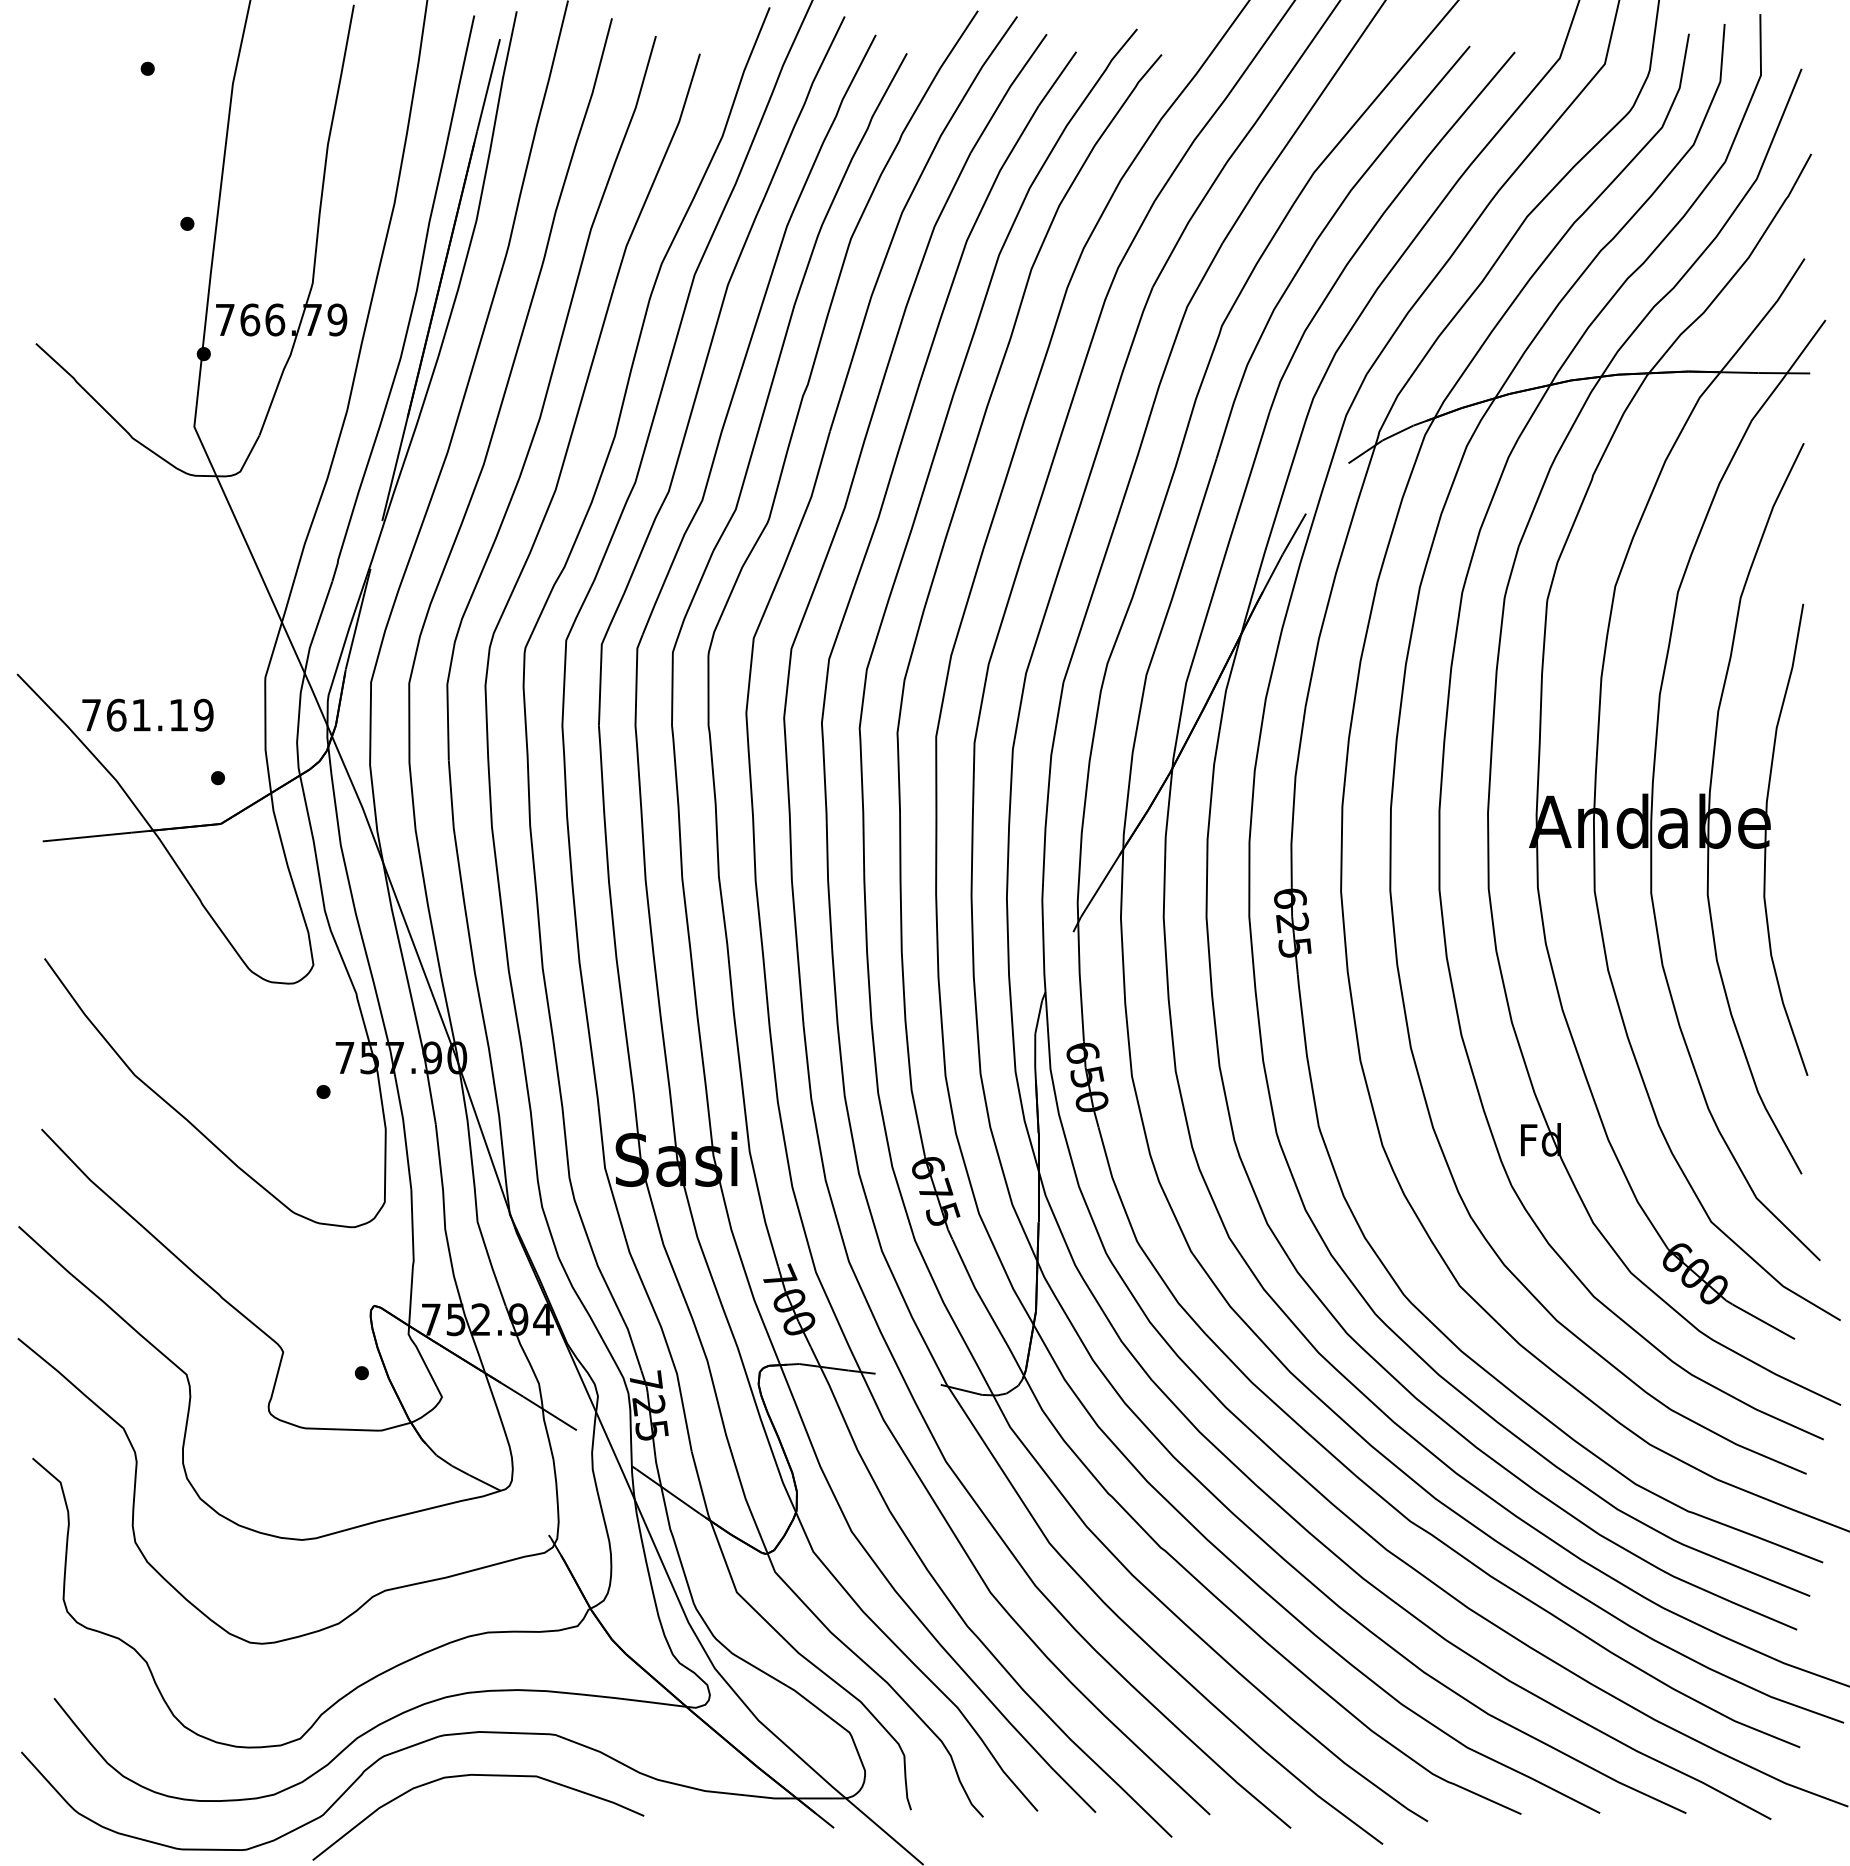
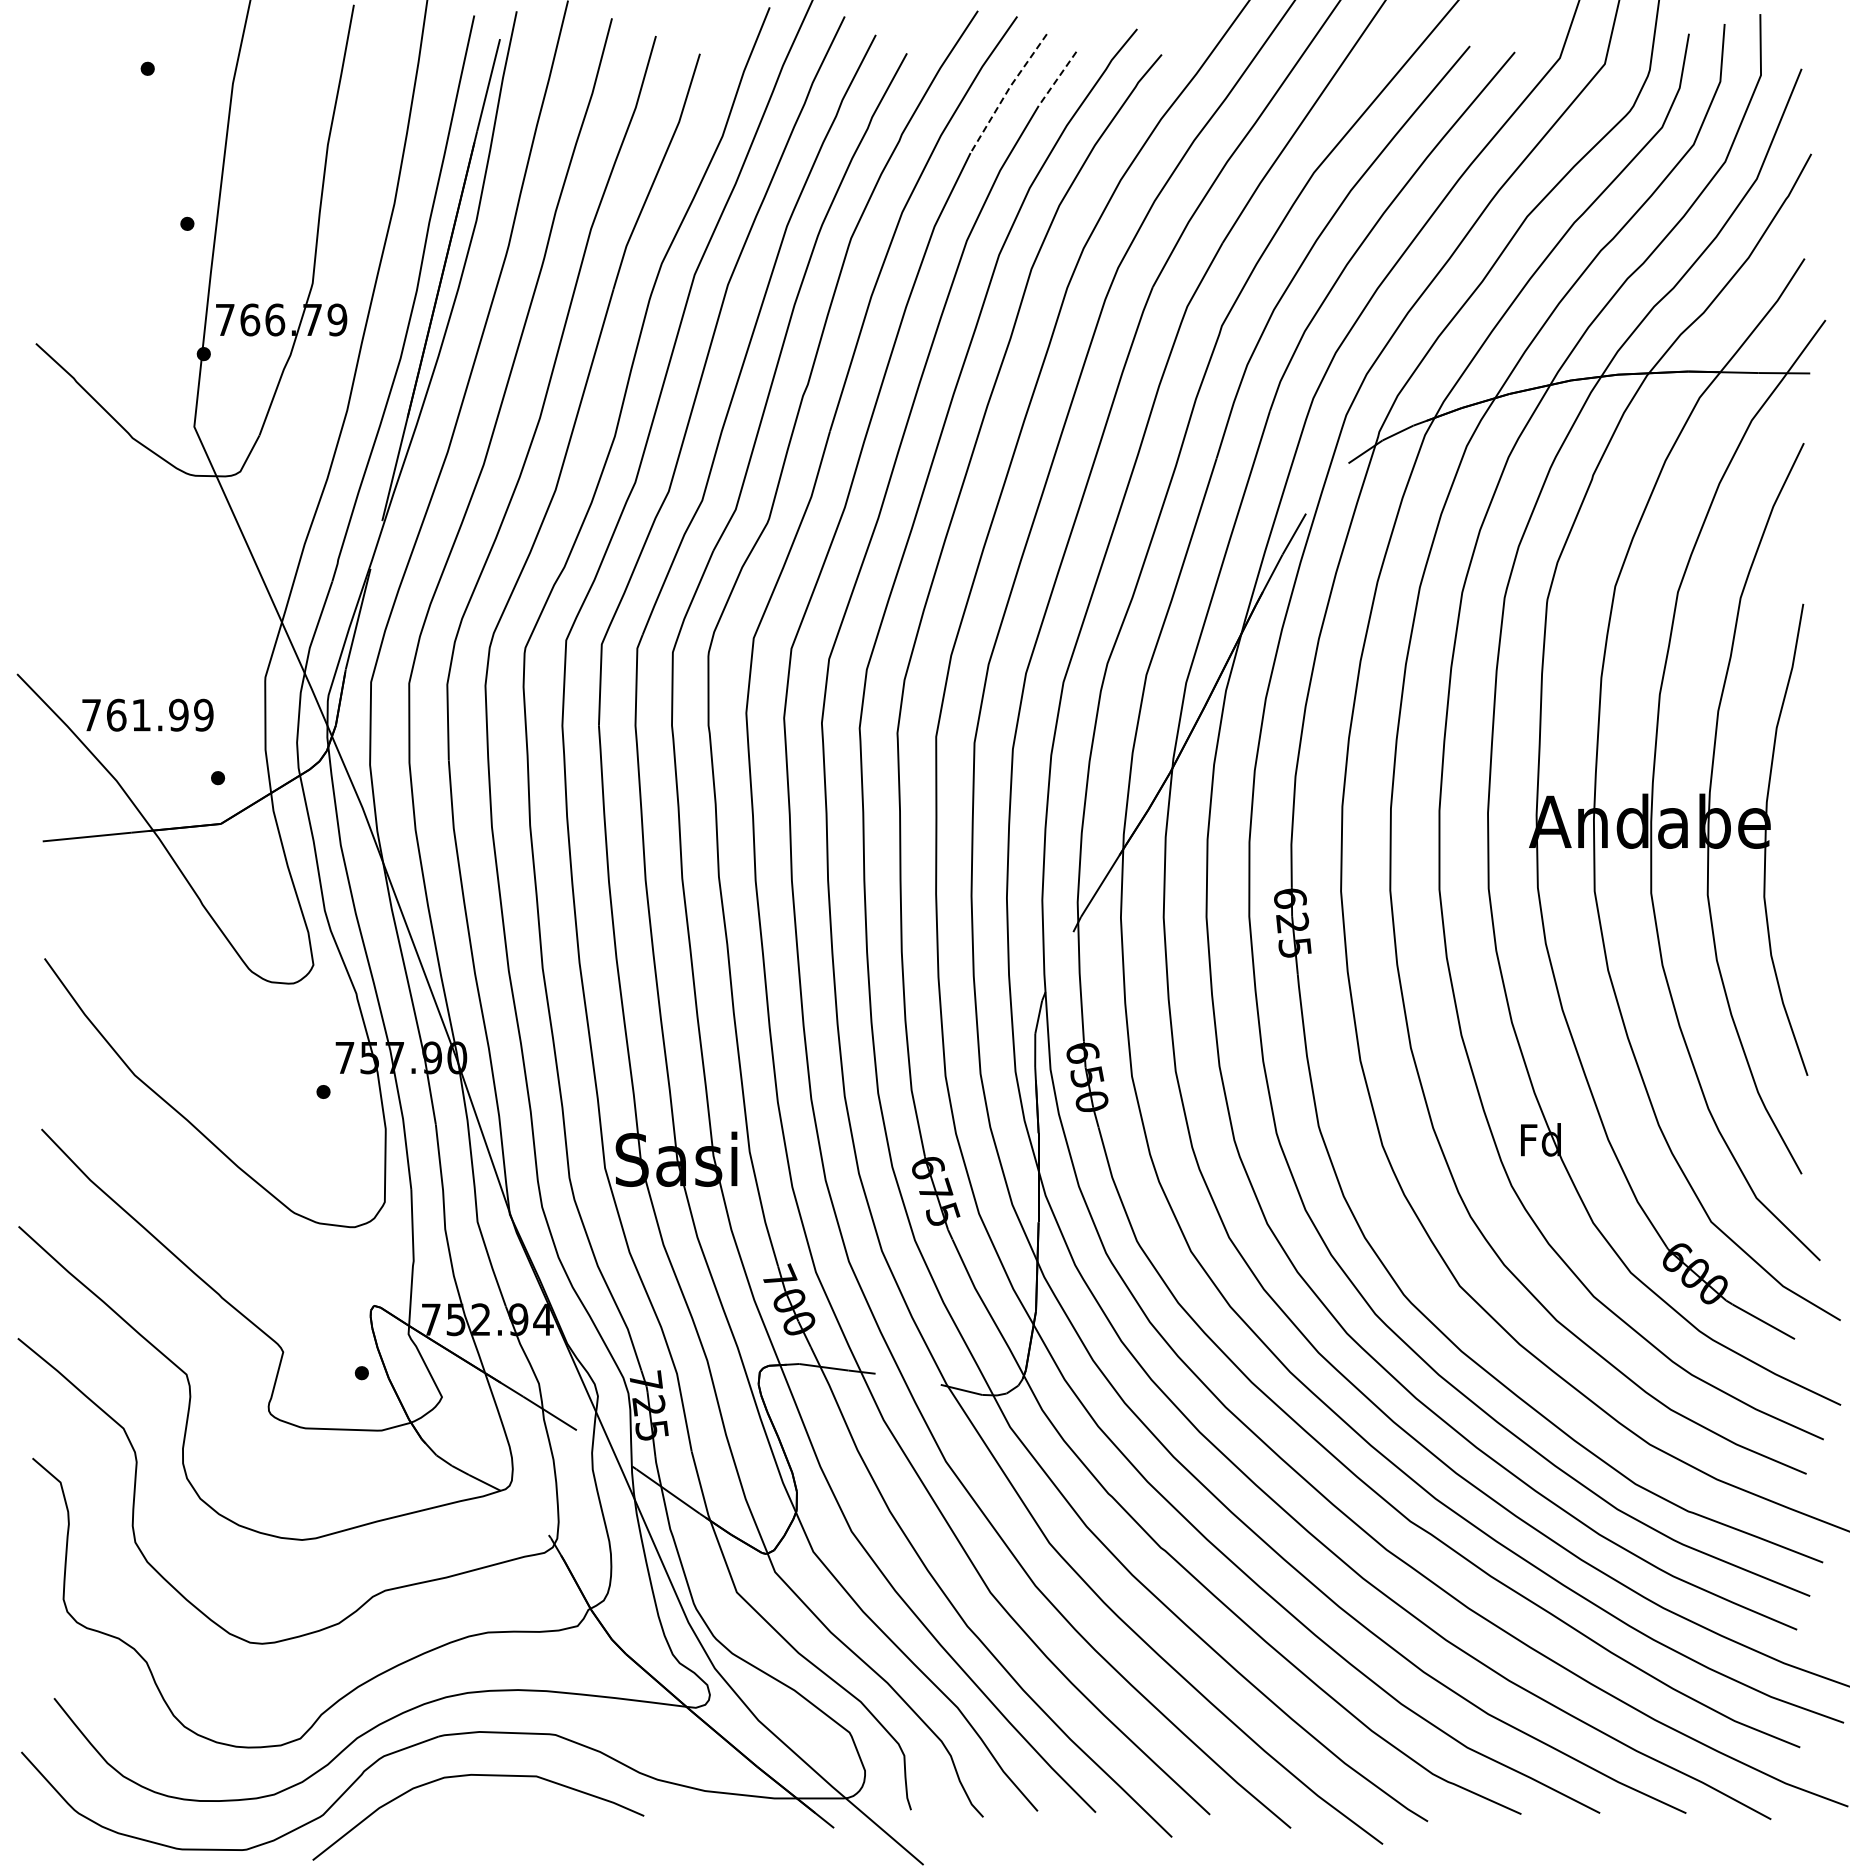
line at (1057, 78): solid -> dashed
line at (1006, 92): solid -> dashed
text at (178, 714): 761.19 -> 761.99
